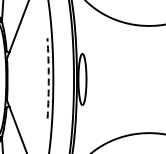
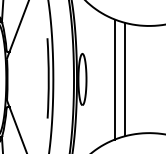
arc at (48, 78): dashed -> solid
line at (115, 79): none -> present
line at (124, 79): none -> present
